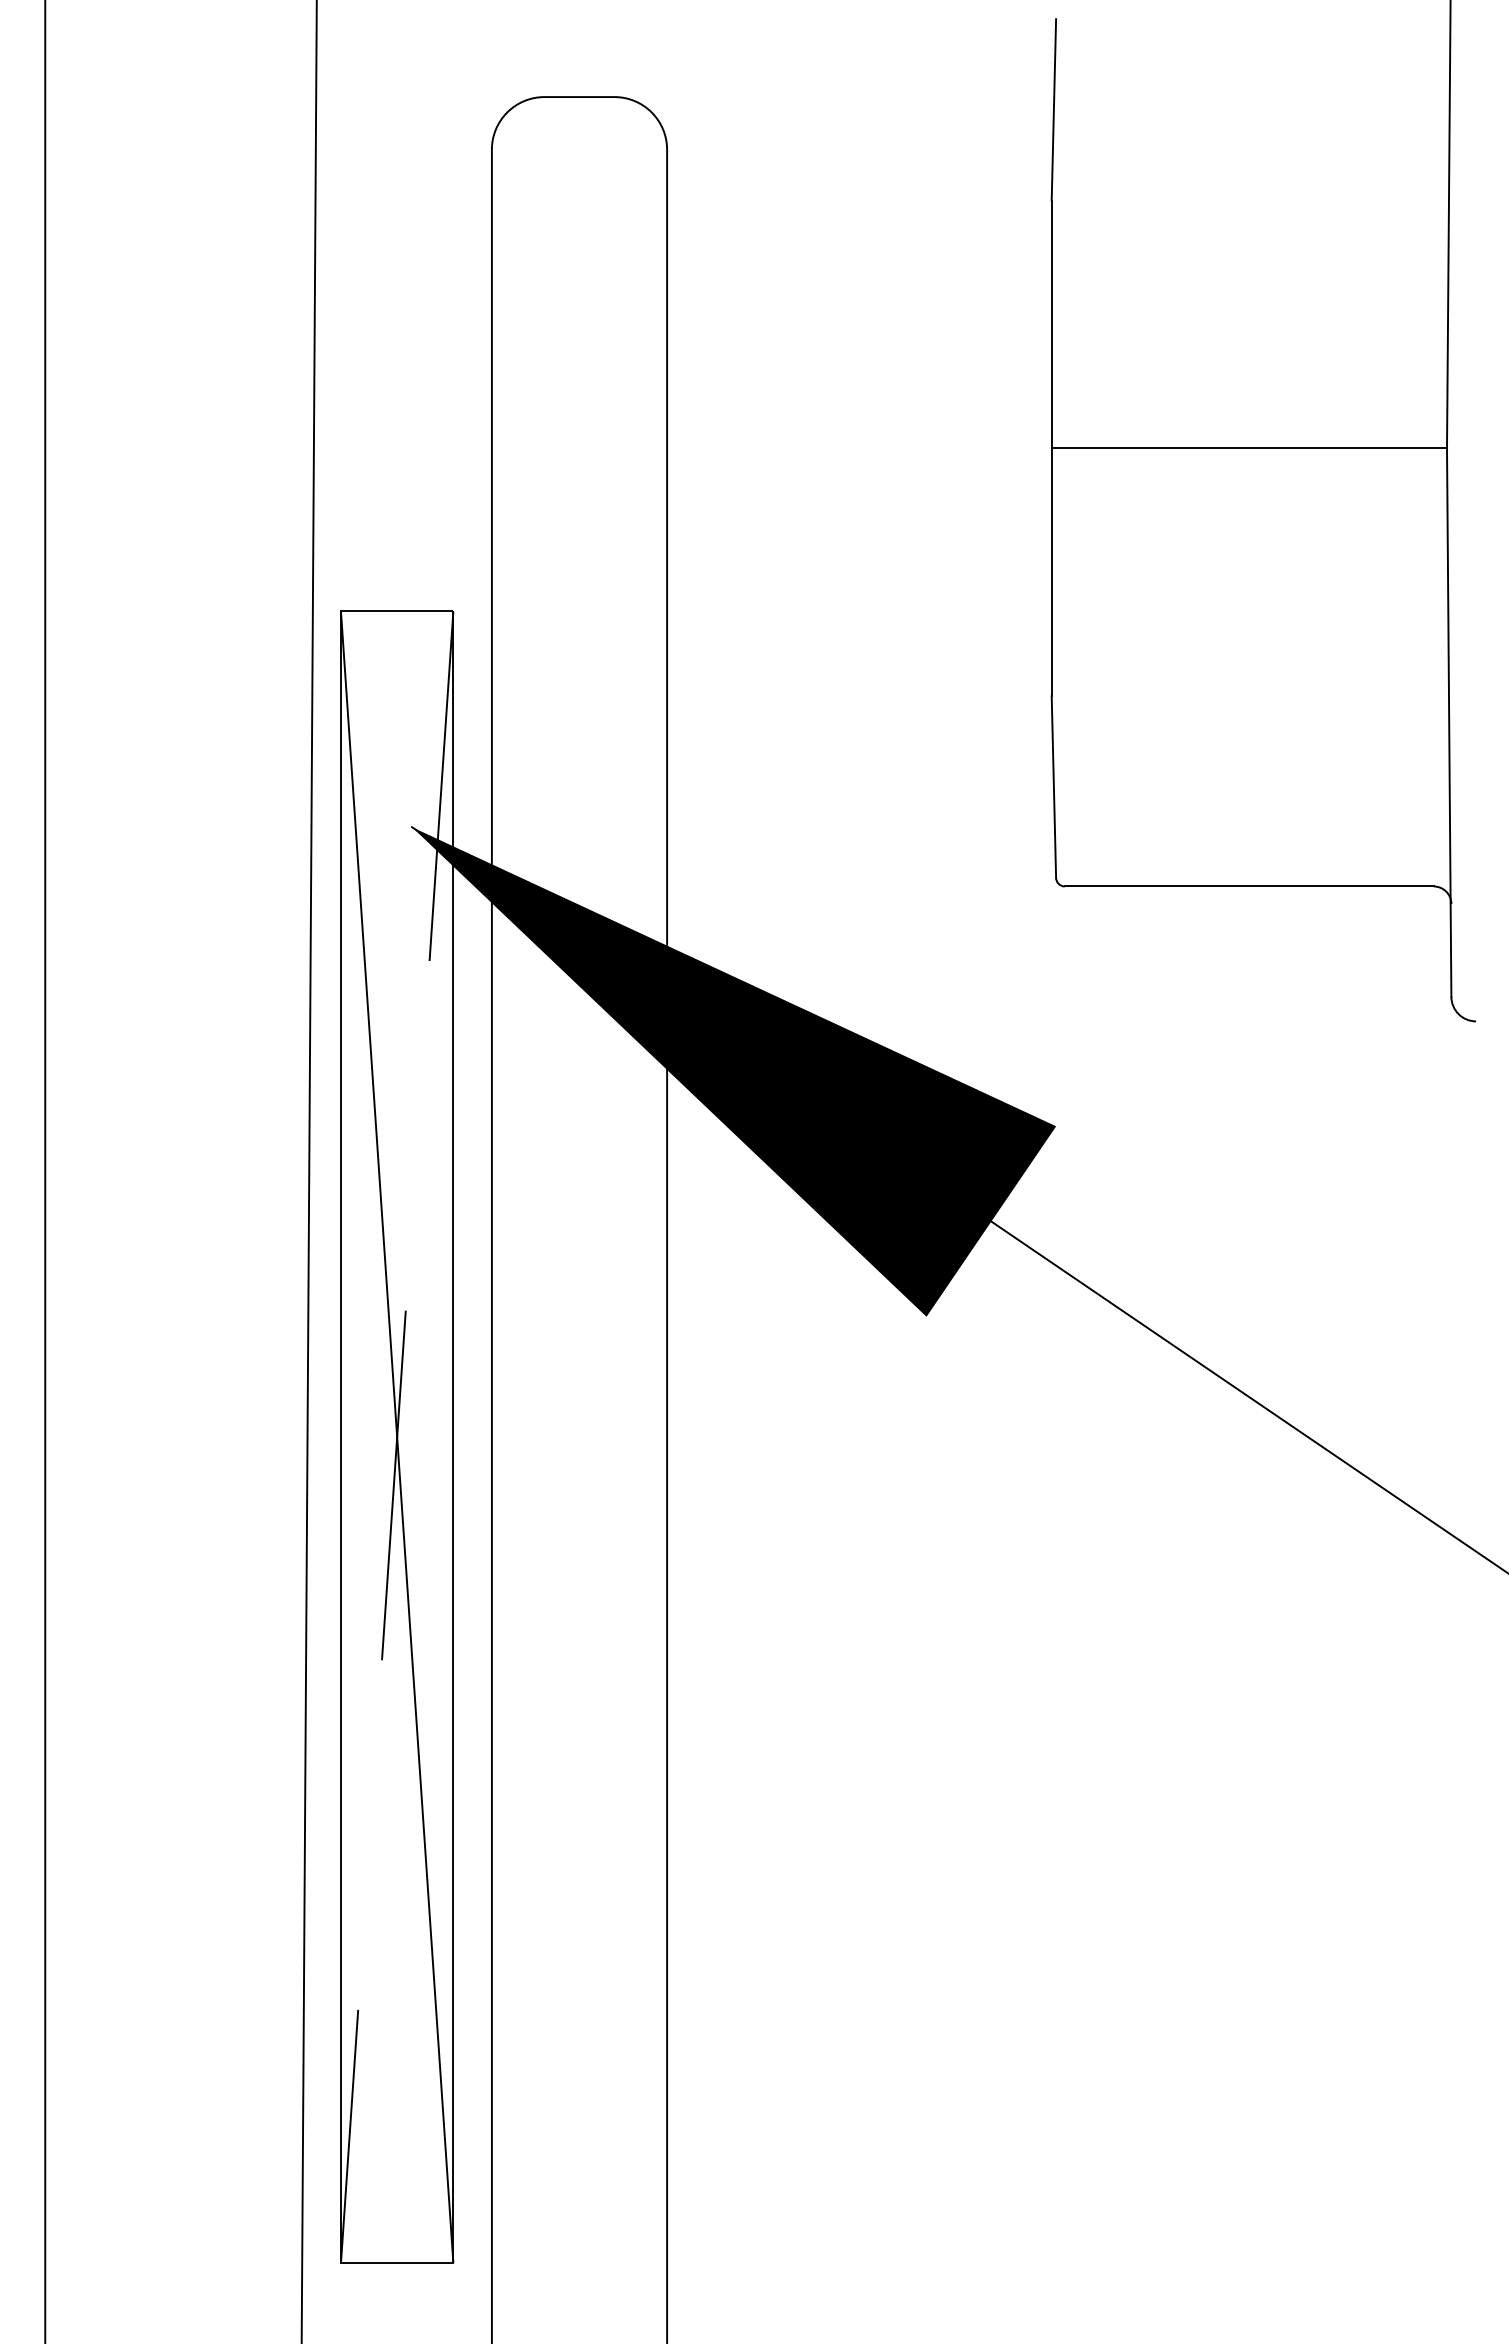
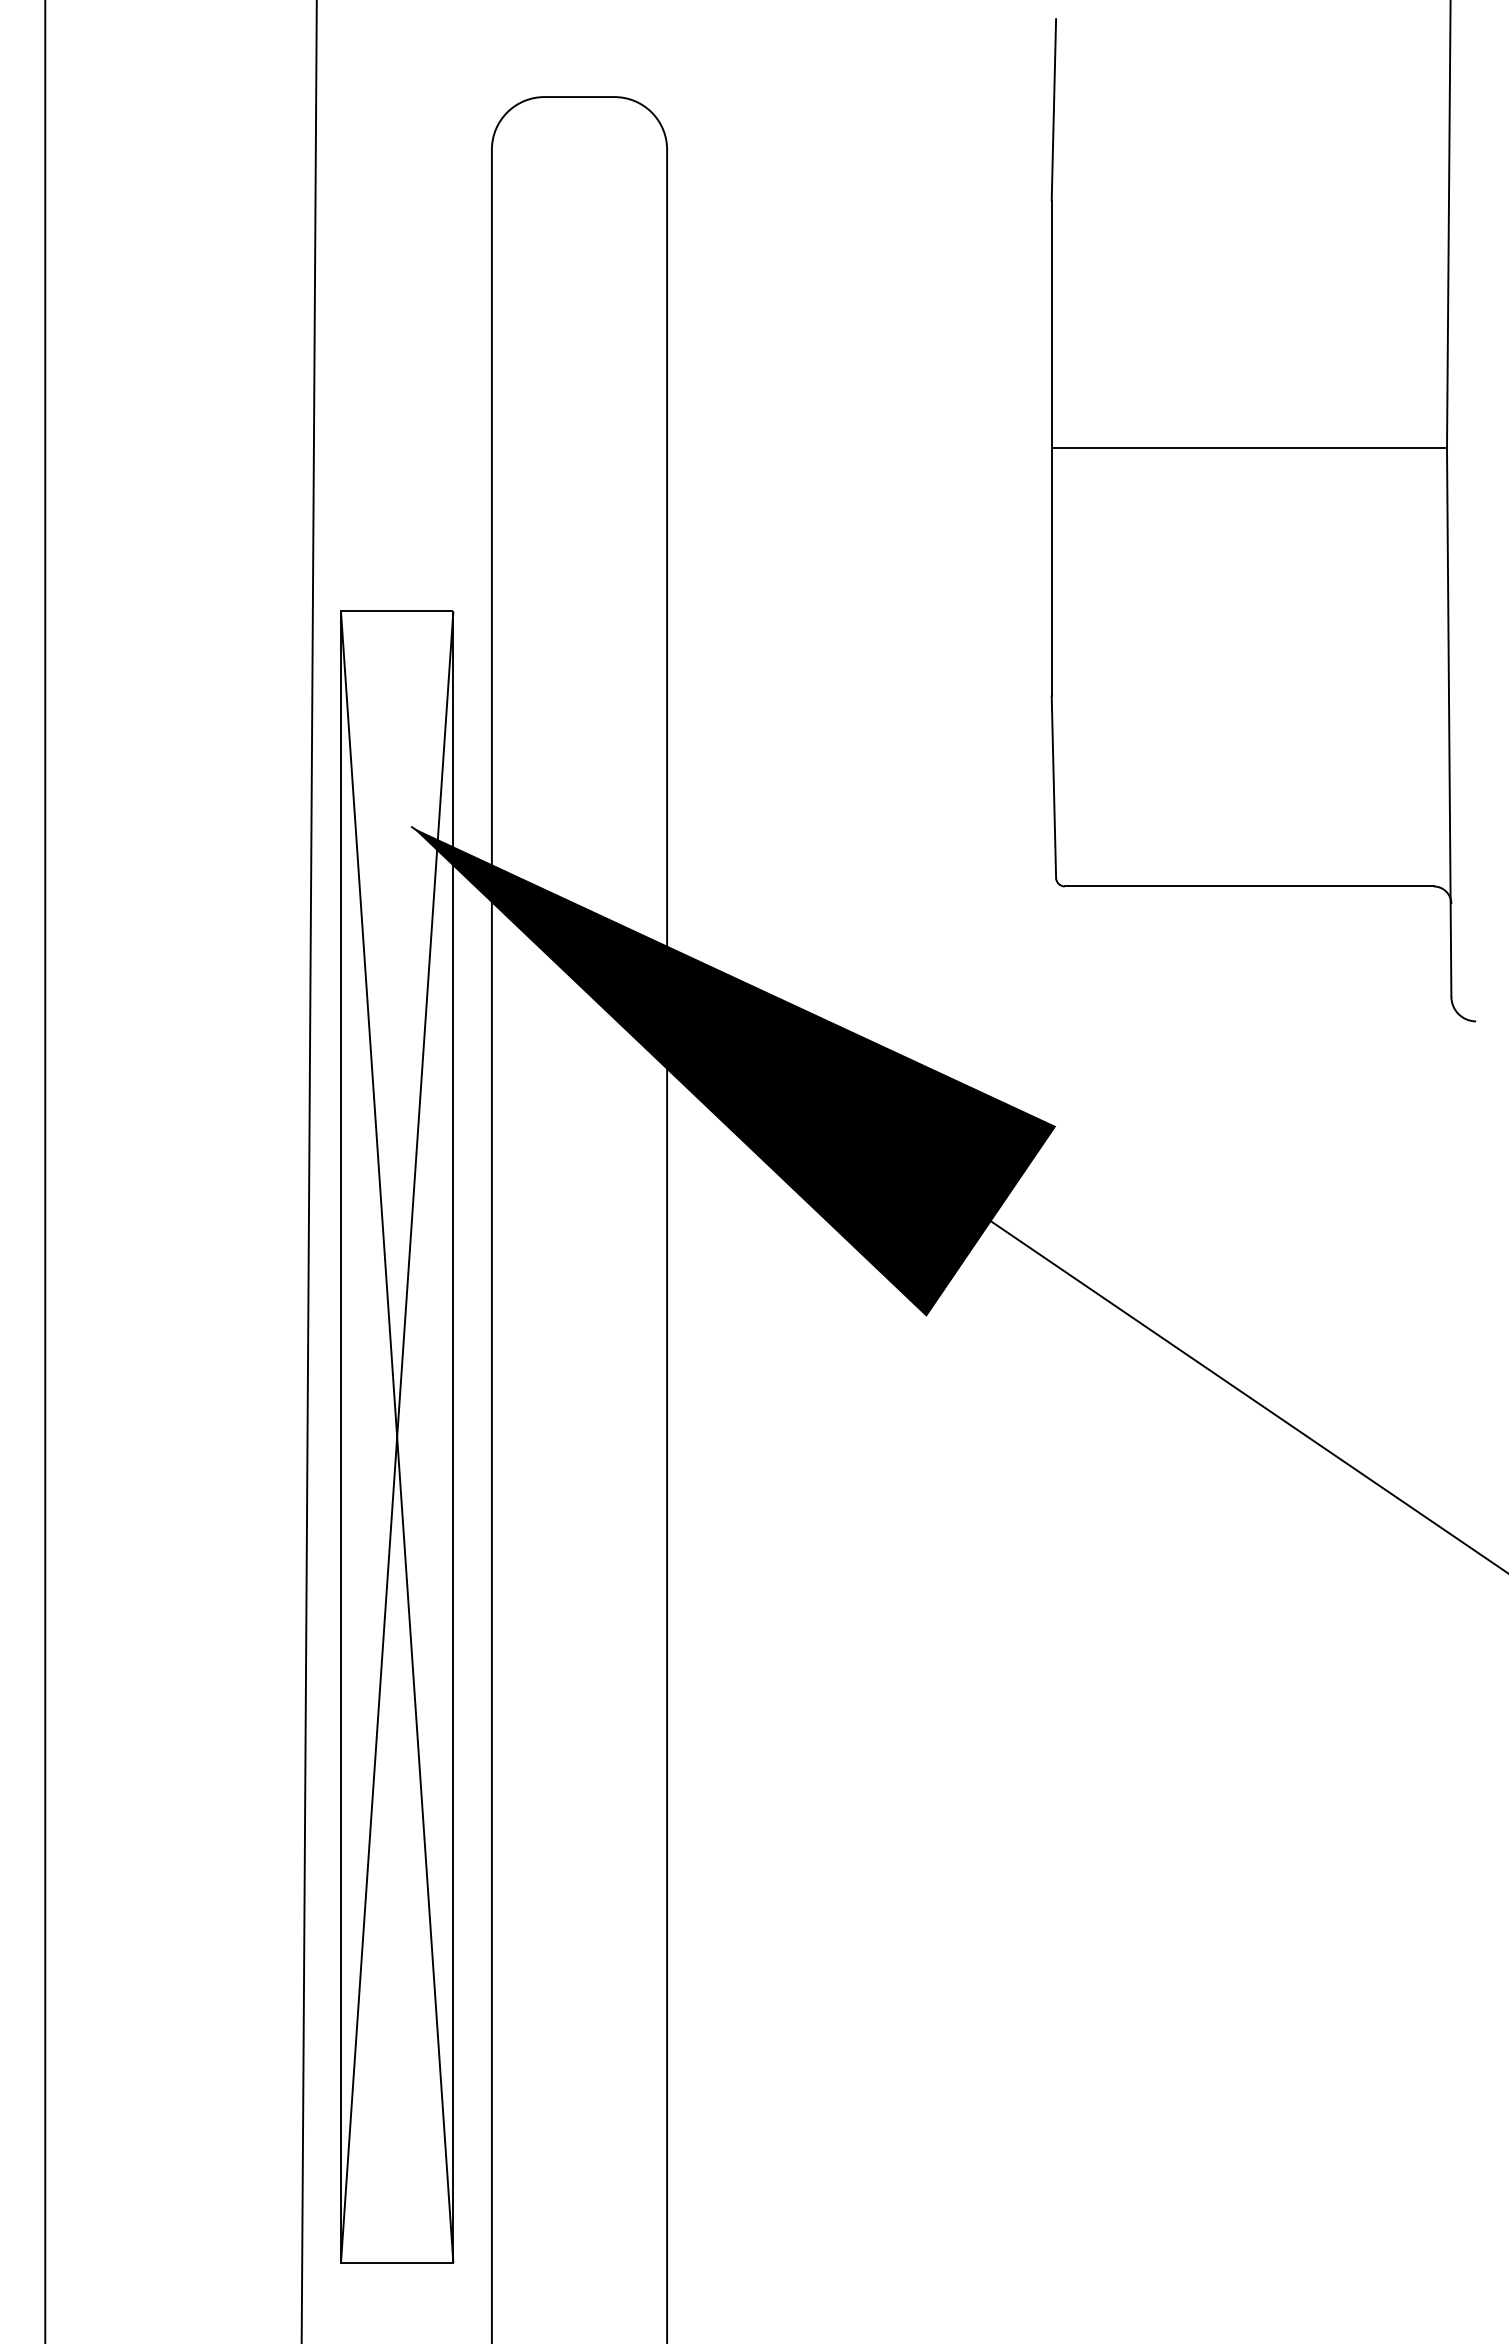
line at (397, 1437): dashed -> solid
